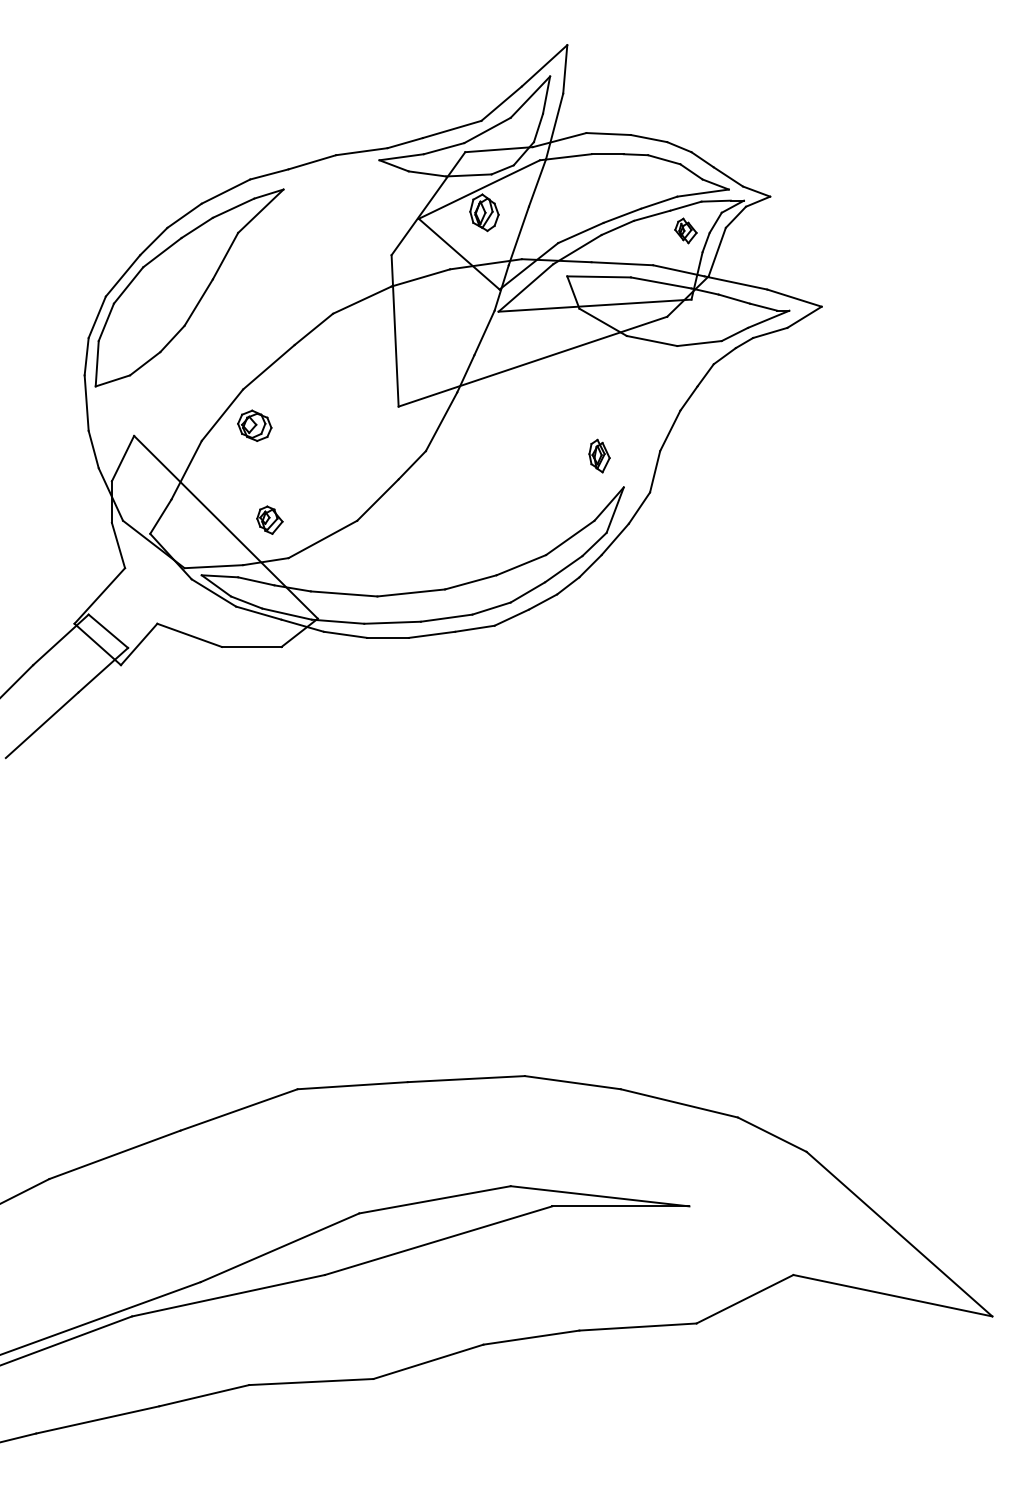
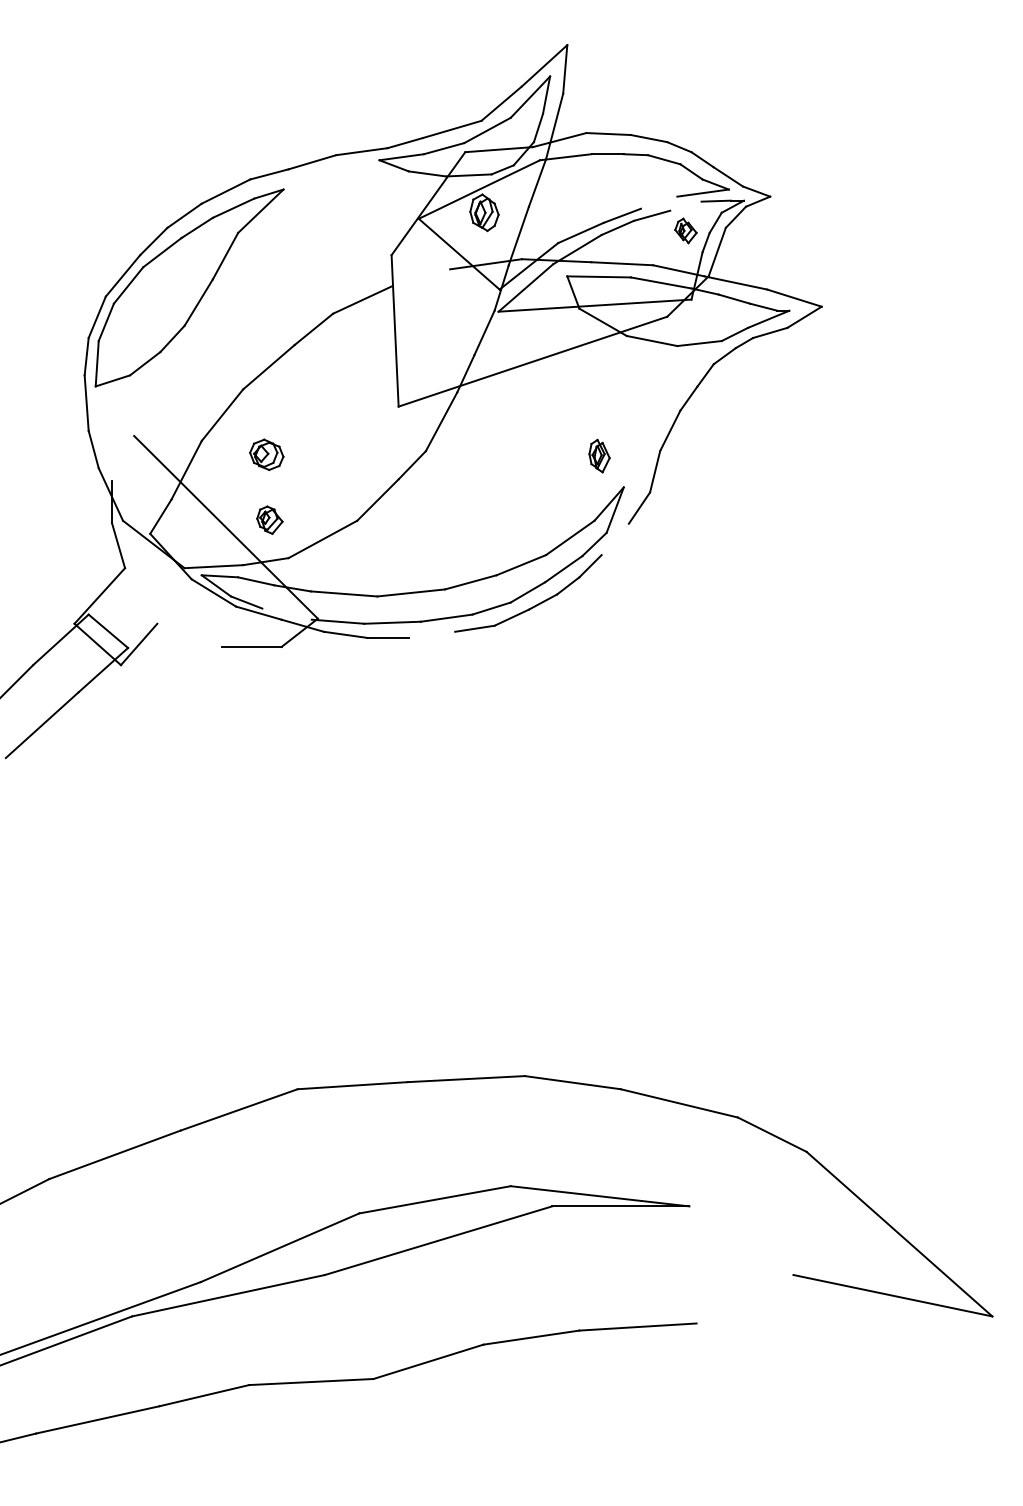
line at (658, 202): present -> none
line at (685, 205): present -> none
line at (420, 277): present -> none
part at (254, 425) position: (254, 425) -> (266, 454)
line at (122, 458): present -> none
line at (614, 539): present -> none
line at (286, 613): present -> none
line at (431, 634): present -> none
line at (189, 635): present -> none
line at (744, 1299): present -> none
